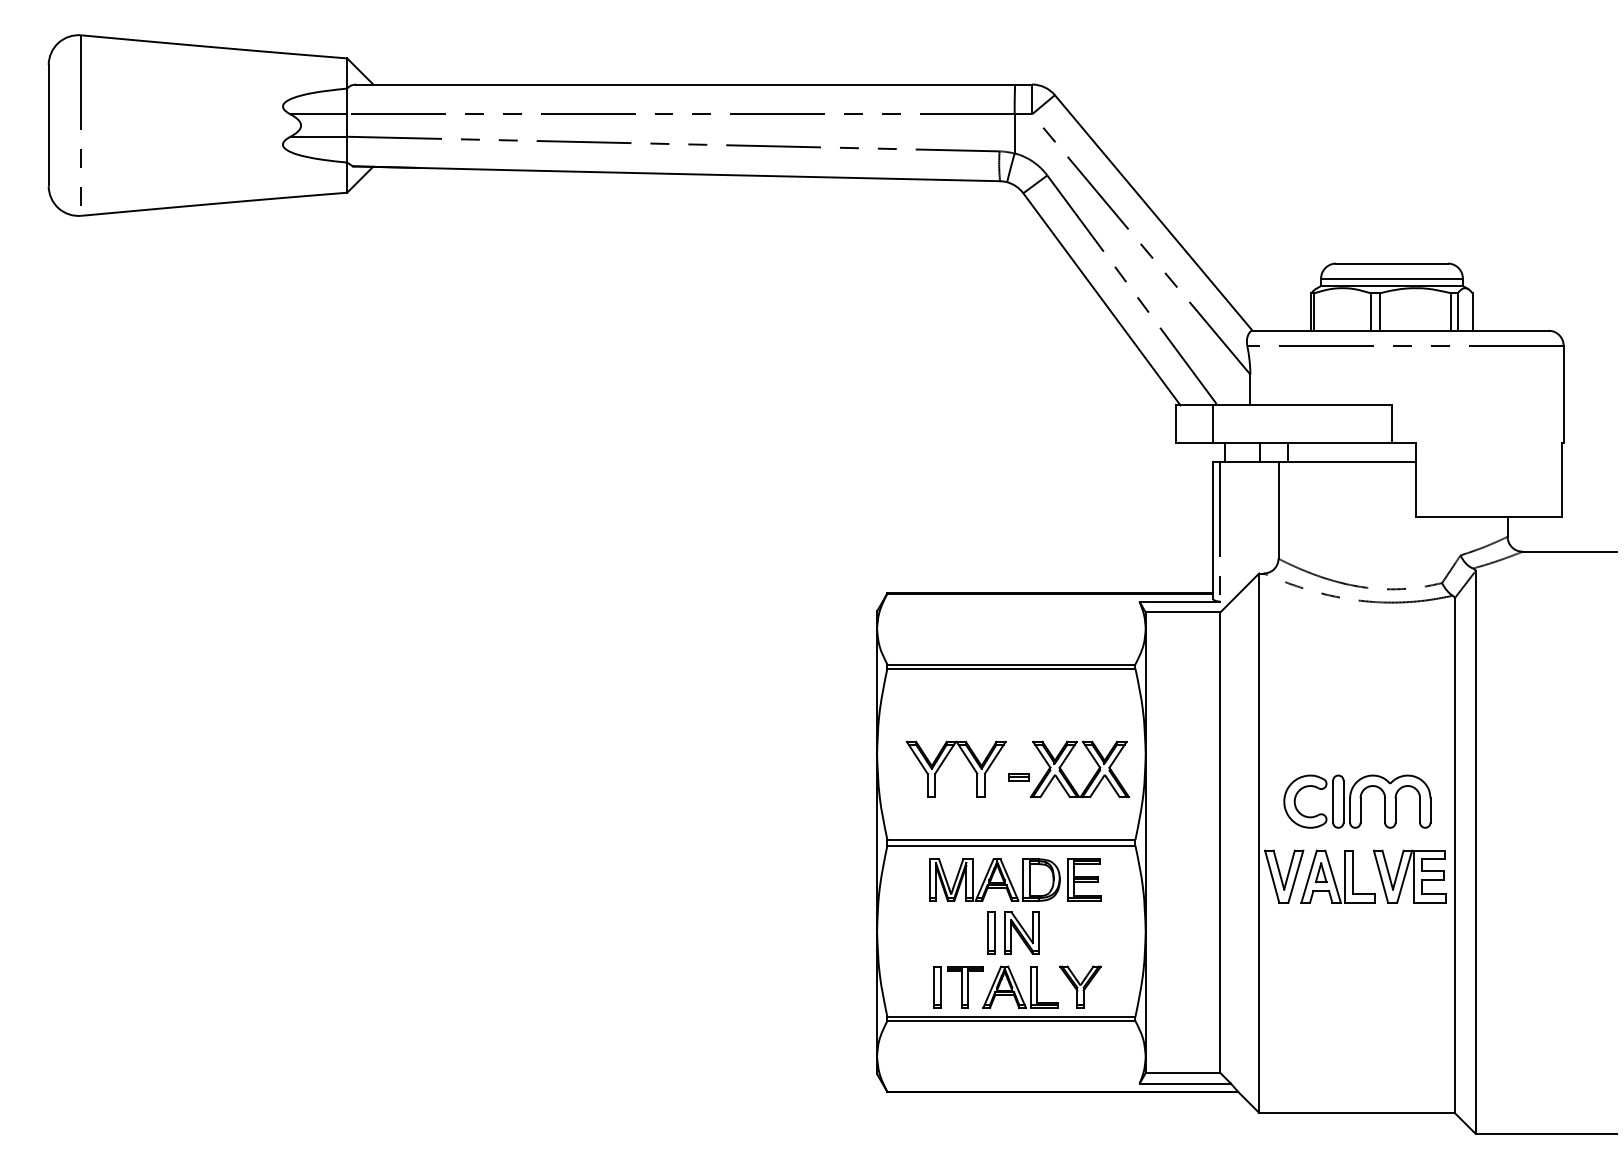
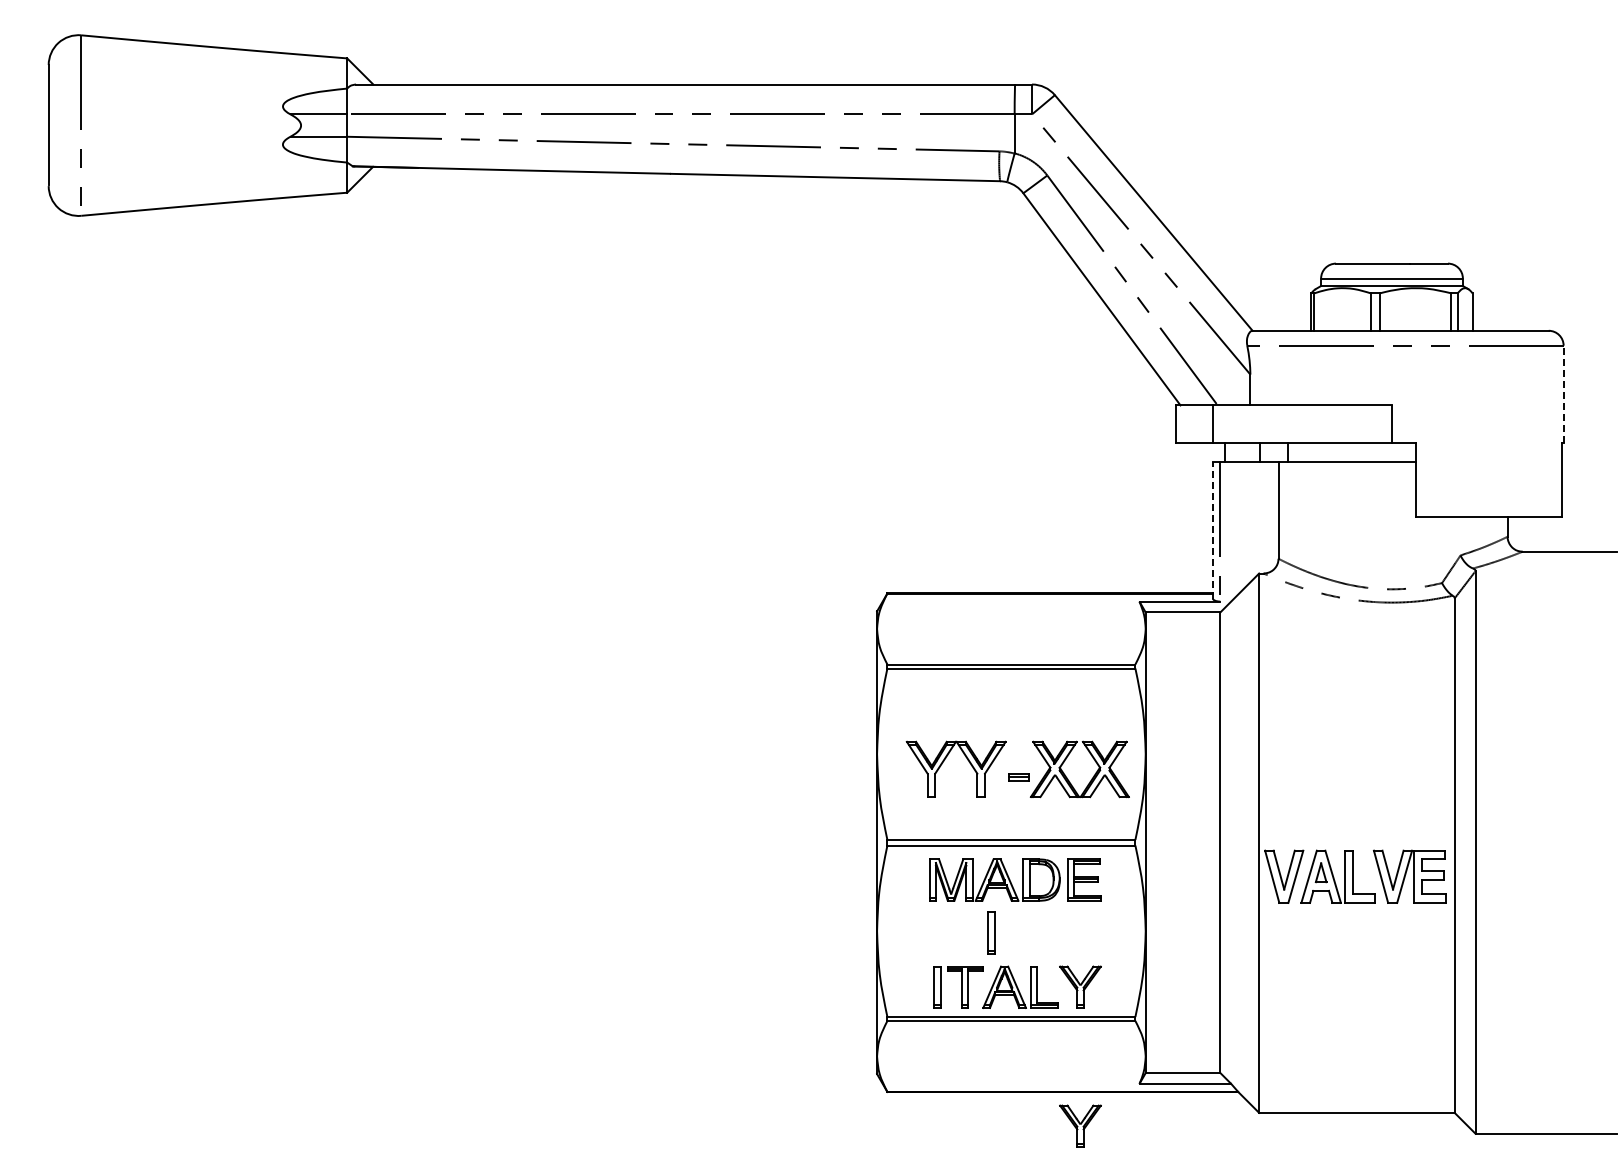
line at (1563, 394): solid -> dashed
line at (1212, 529): solid -> dashed
part at (1357, 801): present -> none
part at (1021, 932): present -> none
part at (1080, 1125): none -> present
